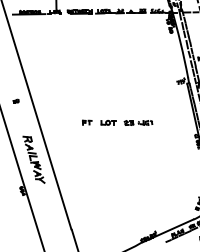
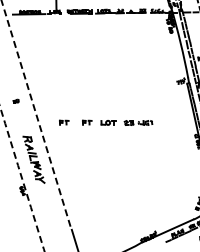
line at (36, 115): solid -> dashed
part at (64, 122): none -> present
arc at (22, 179): solid -> dashed
